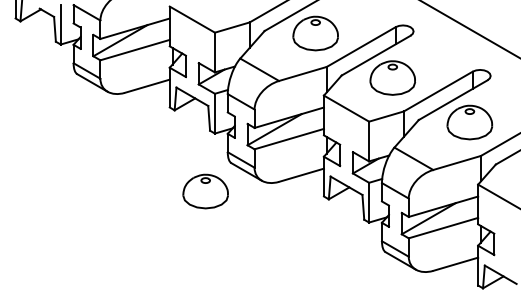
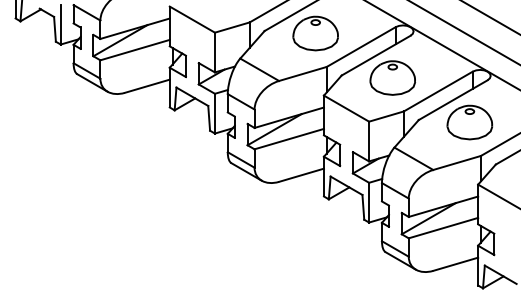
line at (490, 17): none -> present
line at (470, 29) position: (470, 29) -> (464, 32)
line at (442, 45): none -> present
part at (205, 191): present -> none
